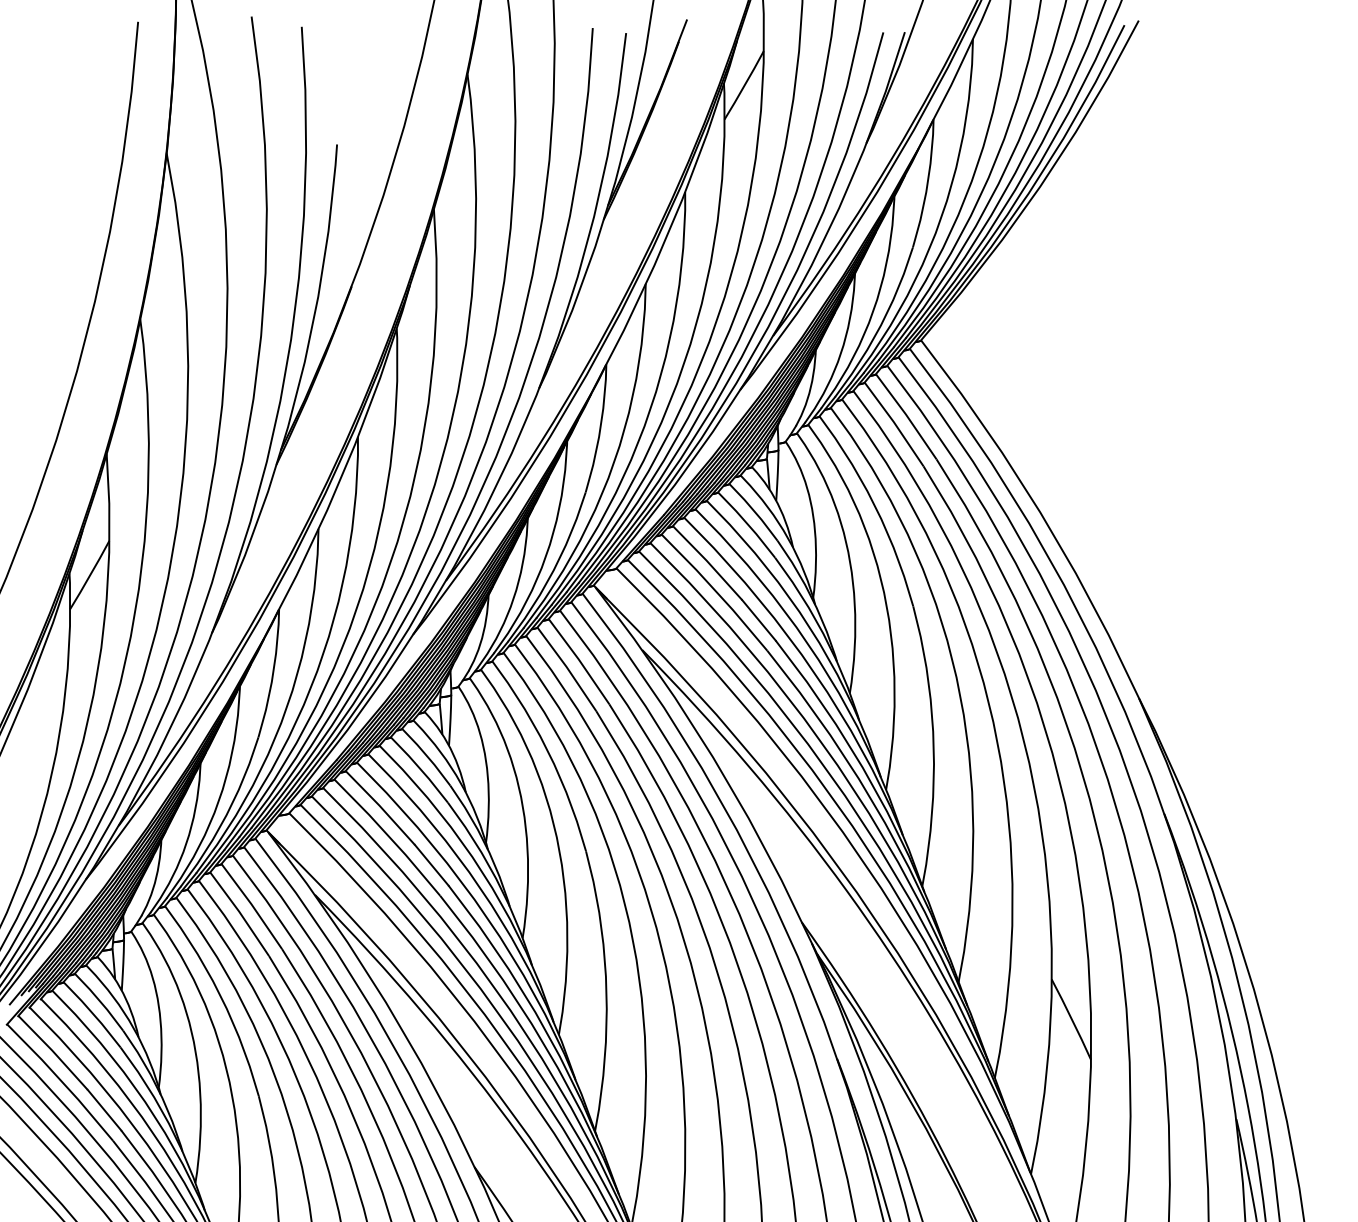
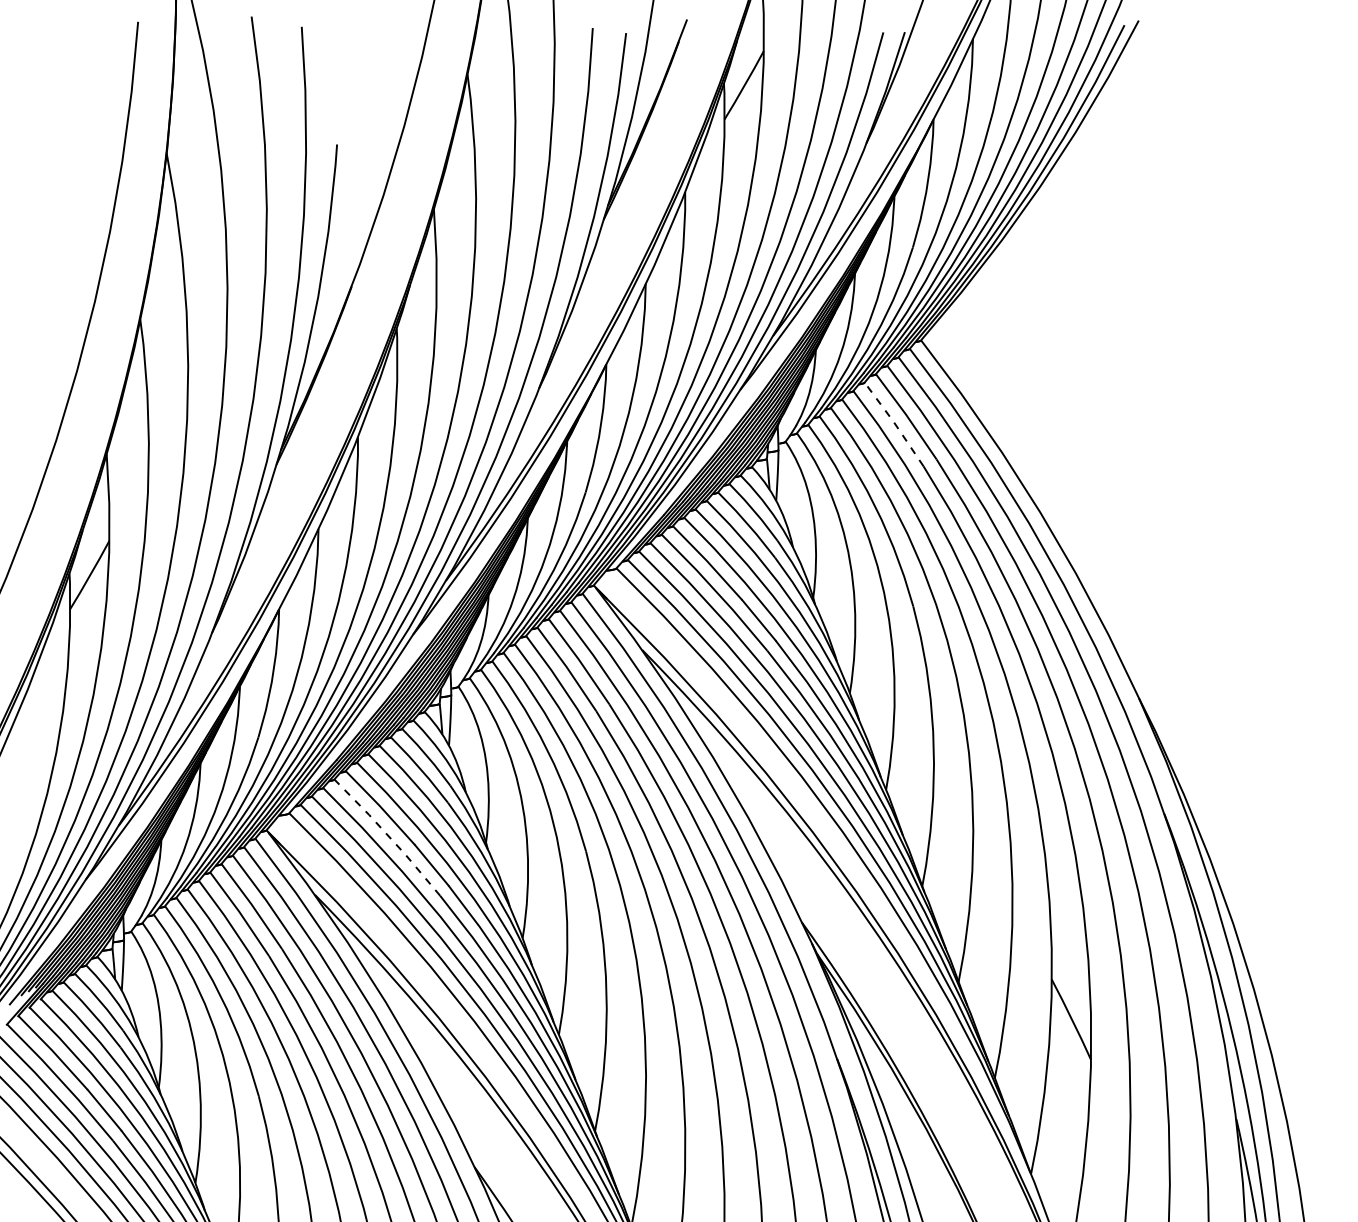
line at (894, 423): solid -> dashed
line at (388, 836): solid -> dashed
